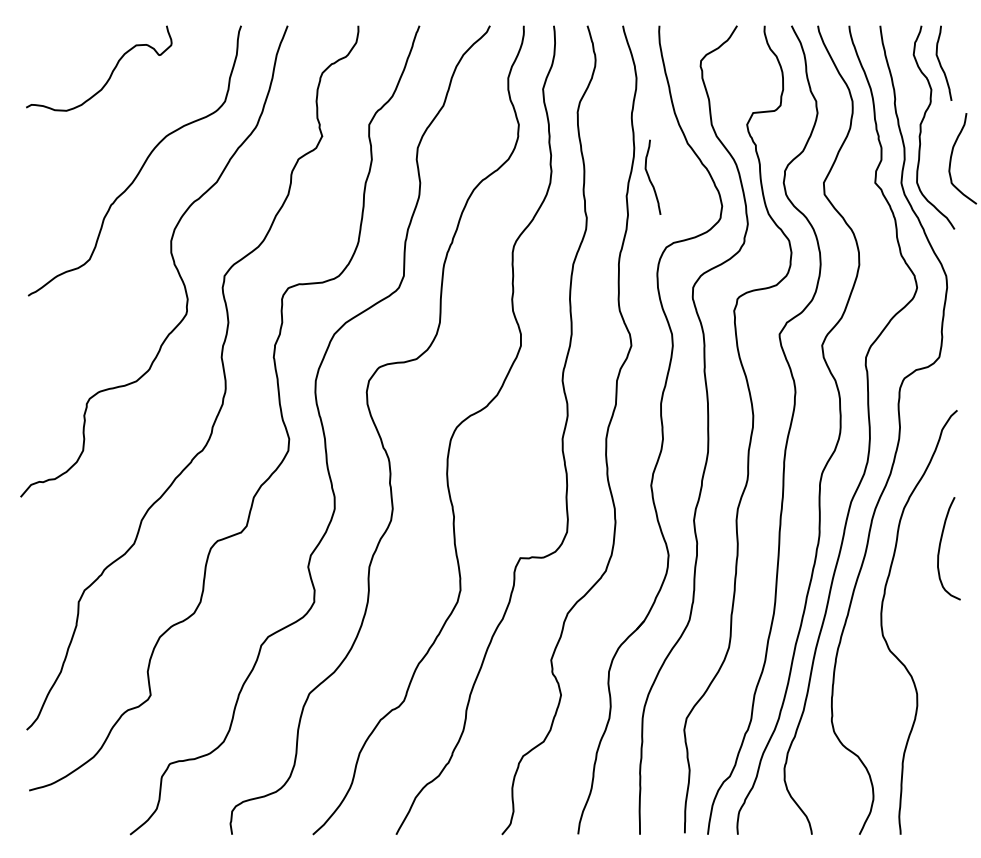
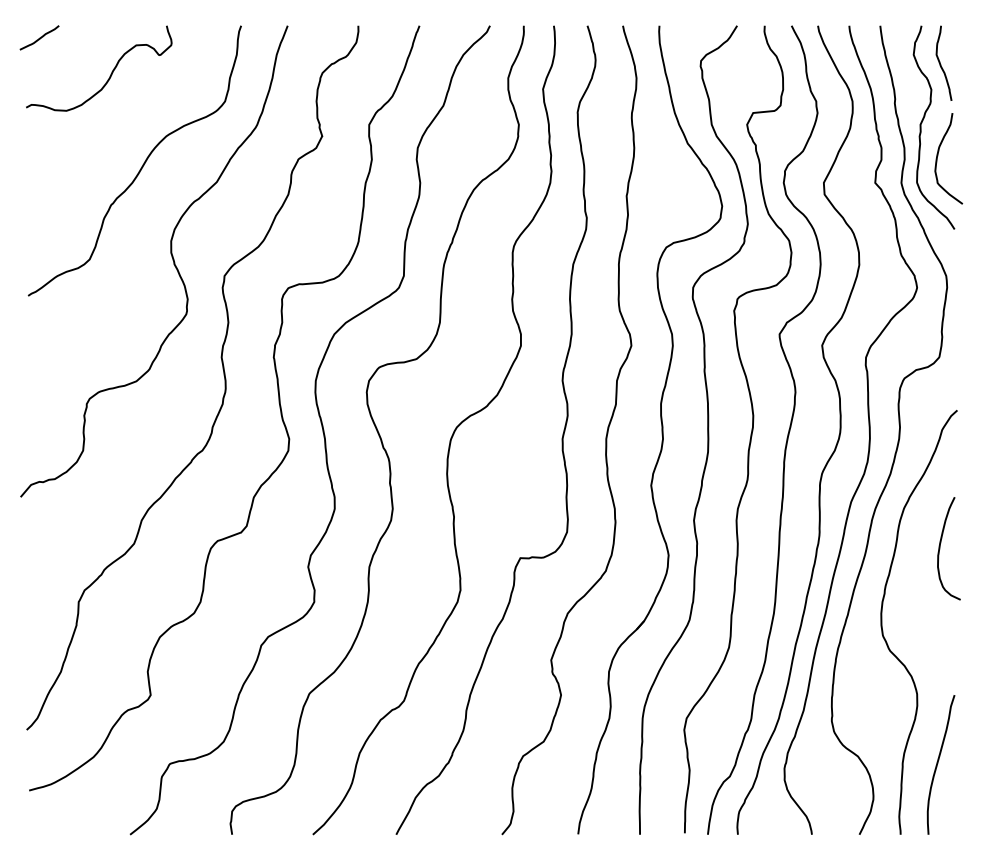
curve at (39, 37): none -> present
curve at (952, 156) position: (952, 156) -> (938, 156)
curve at (650, 178): present -> none
curve at (938, 763): none -> present
